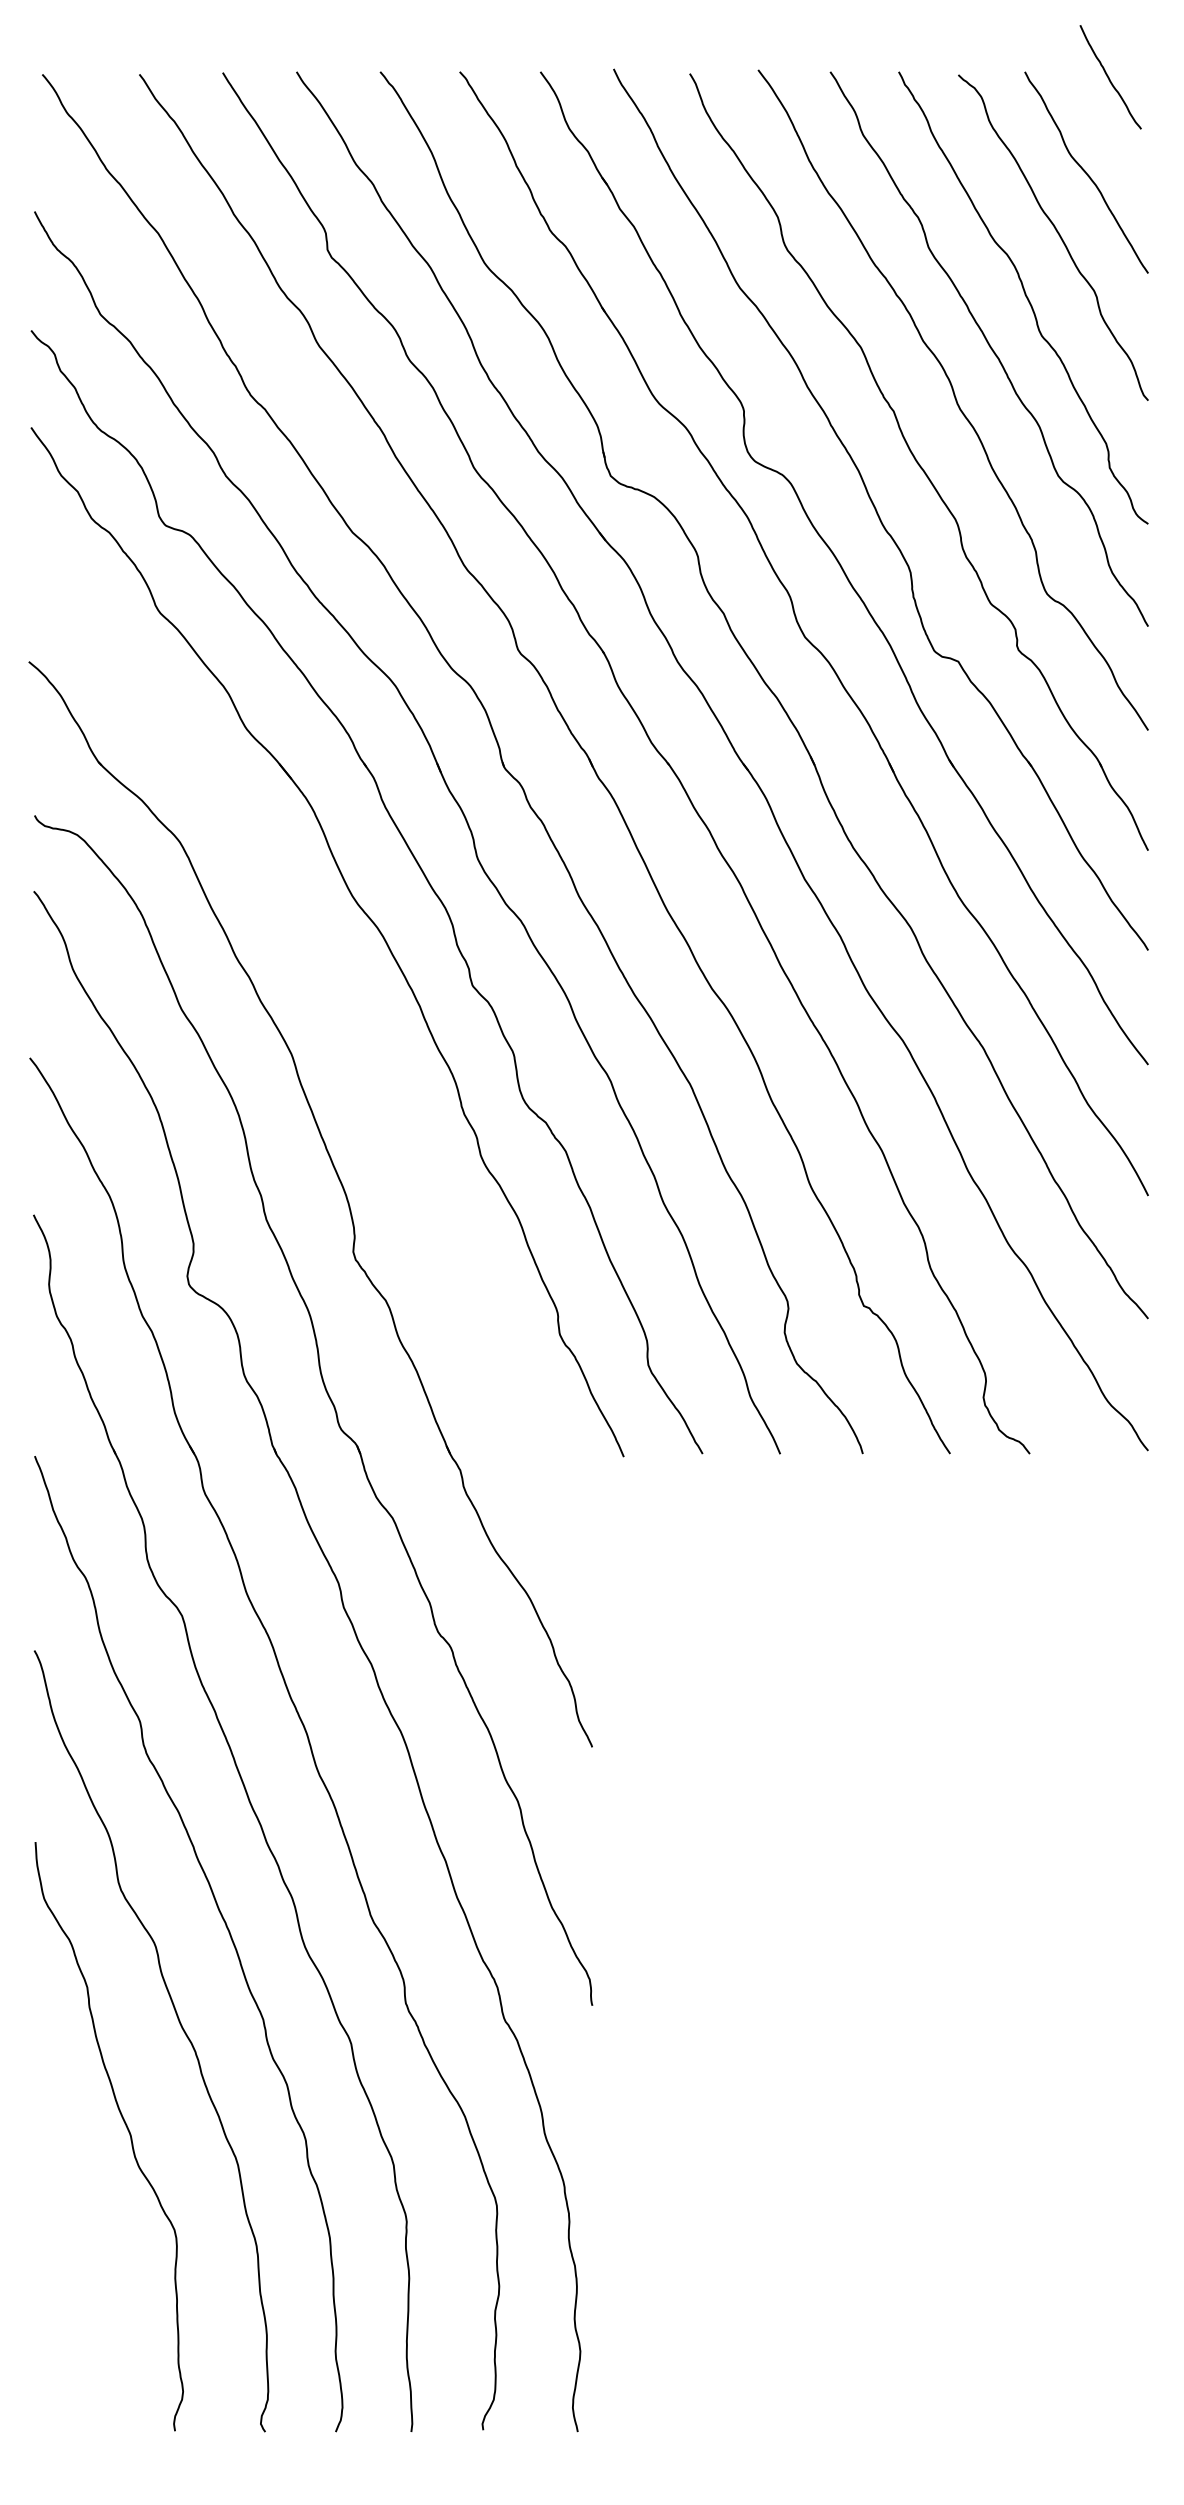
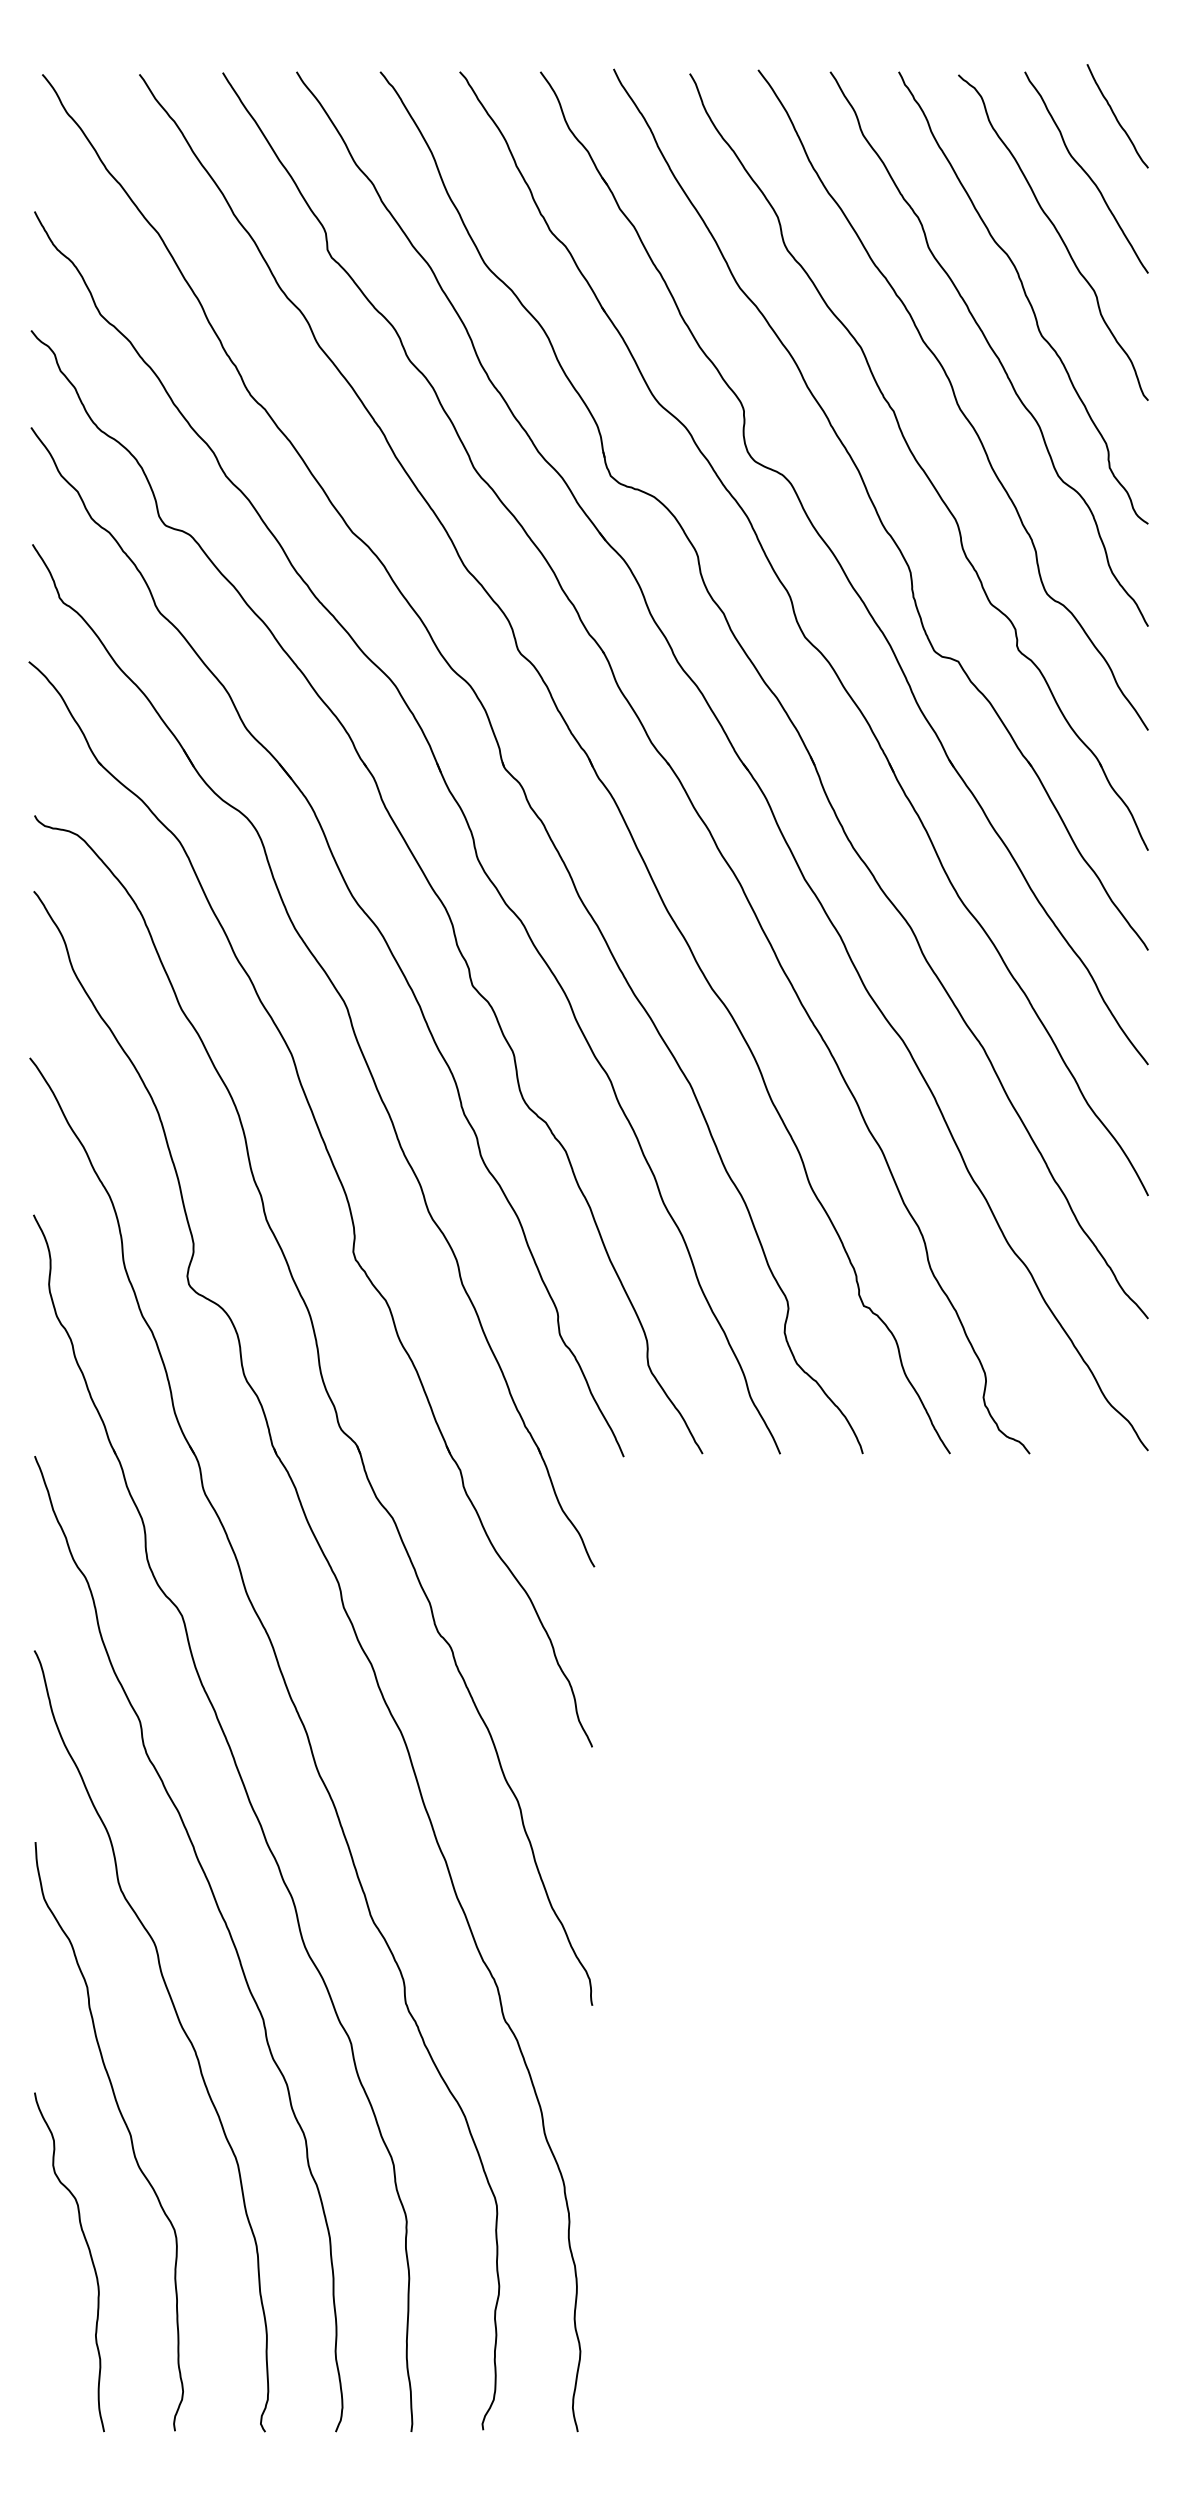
curve at (1109, 77) position: (1109, 77) -> (1116, 116)
part at (356, 1042): none -> present
curve at (90, 2258): none -> present
